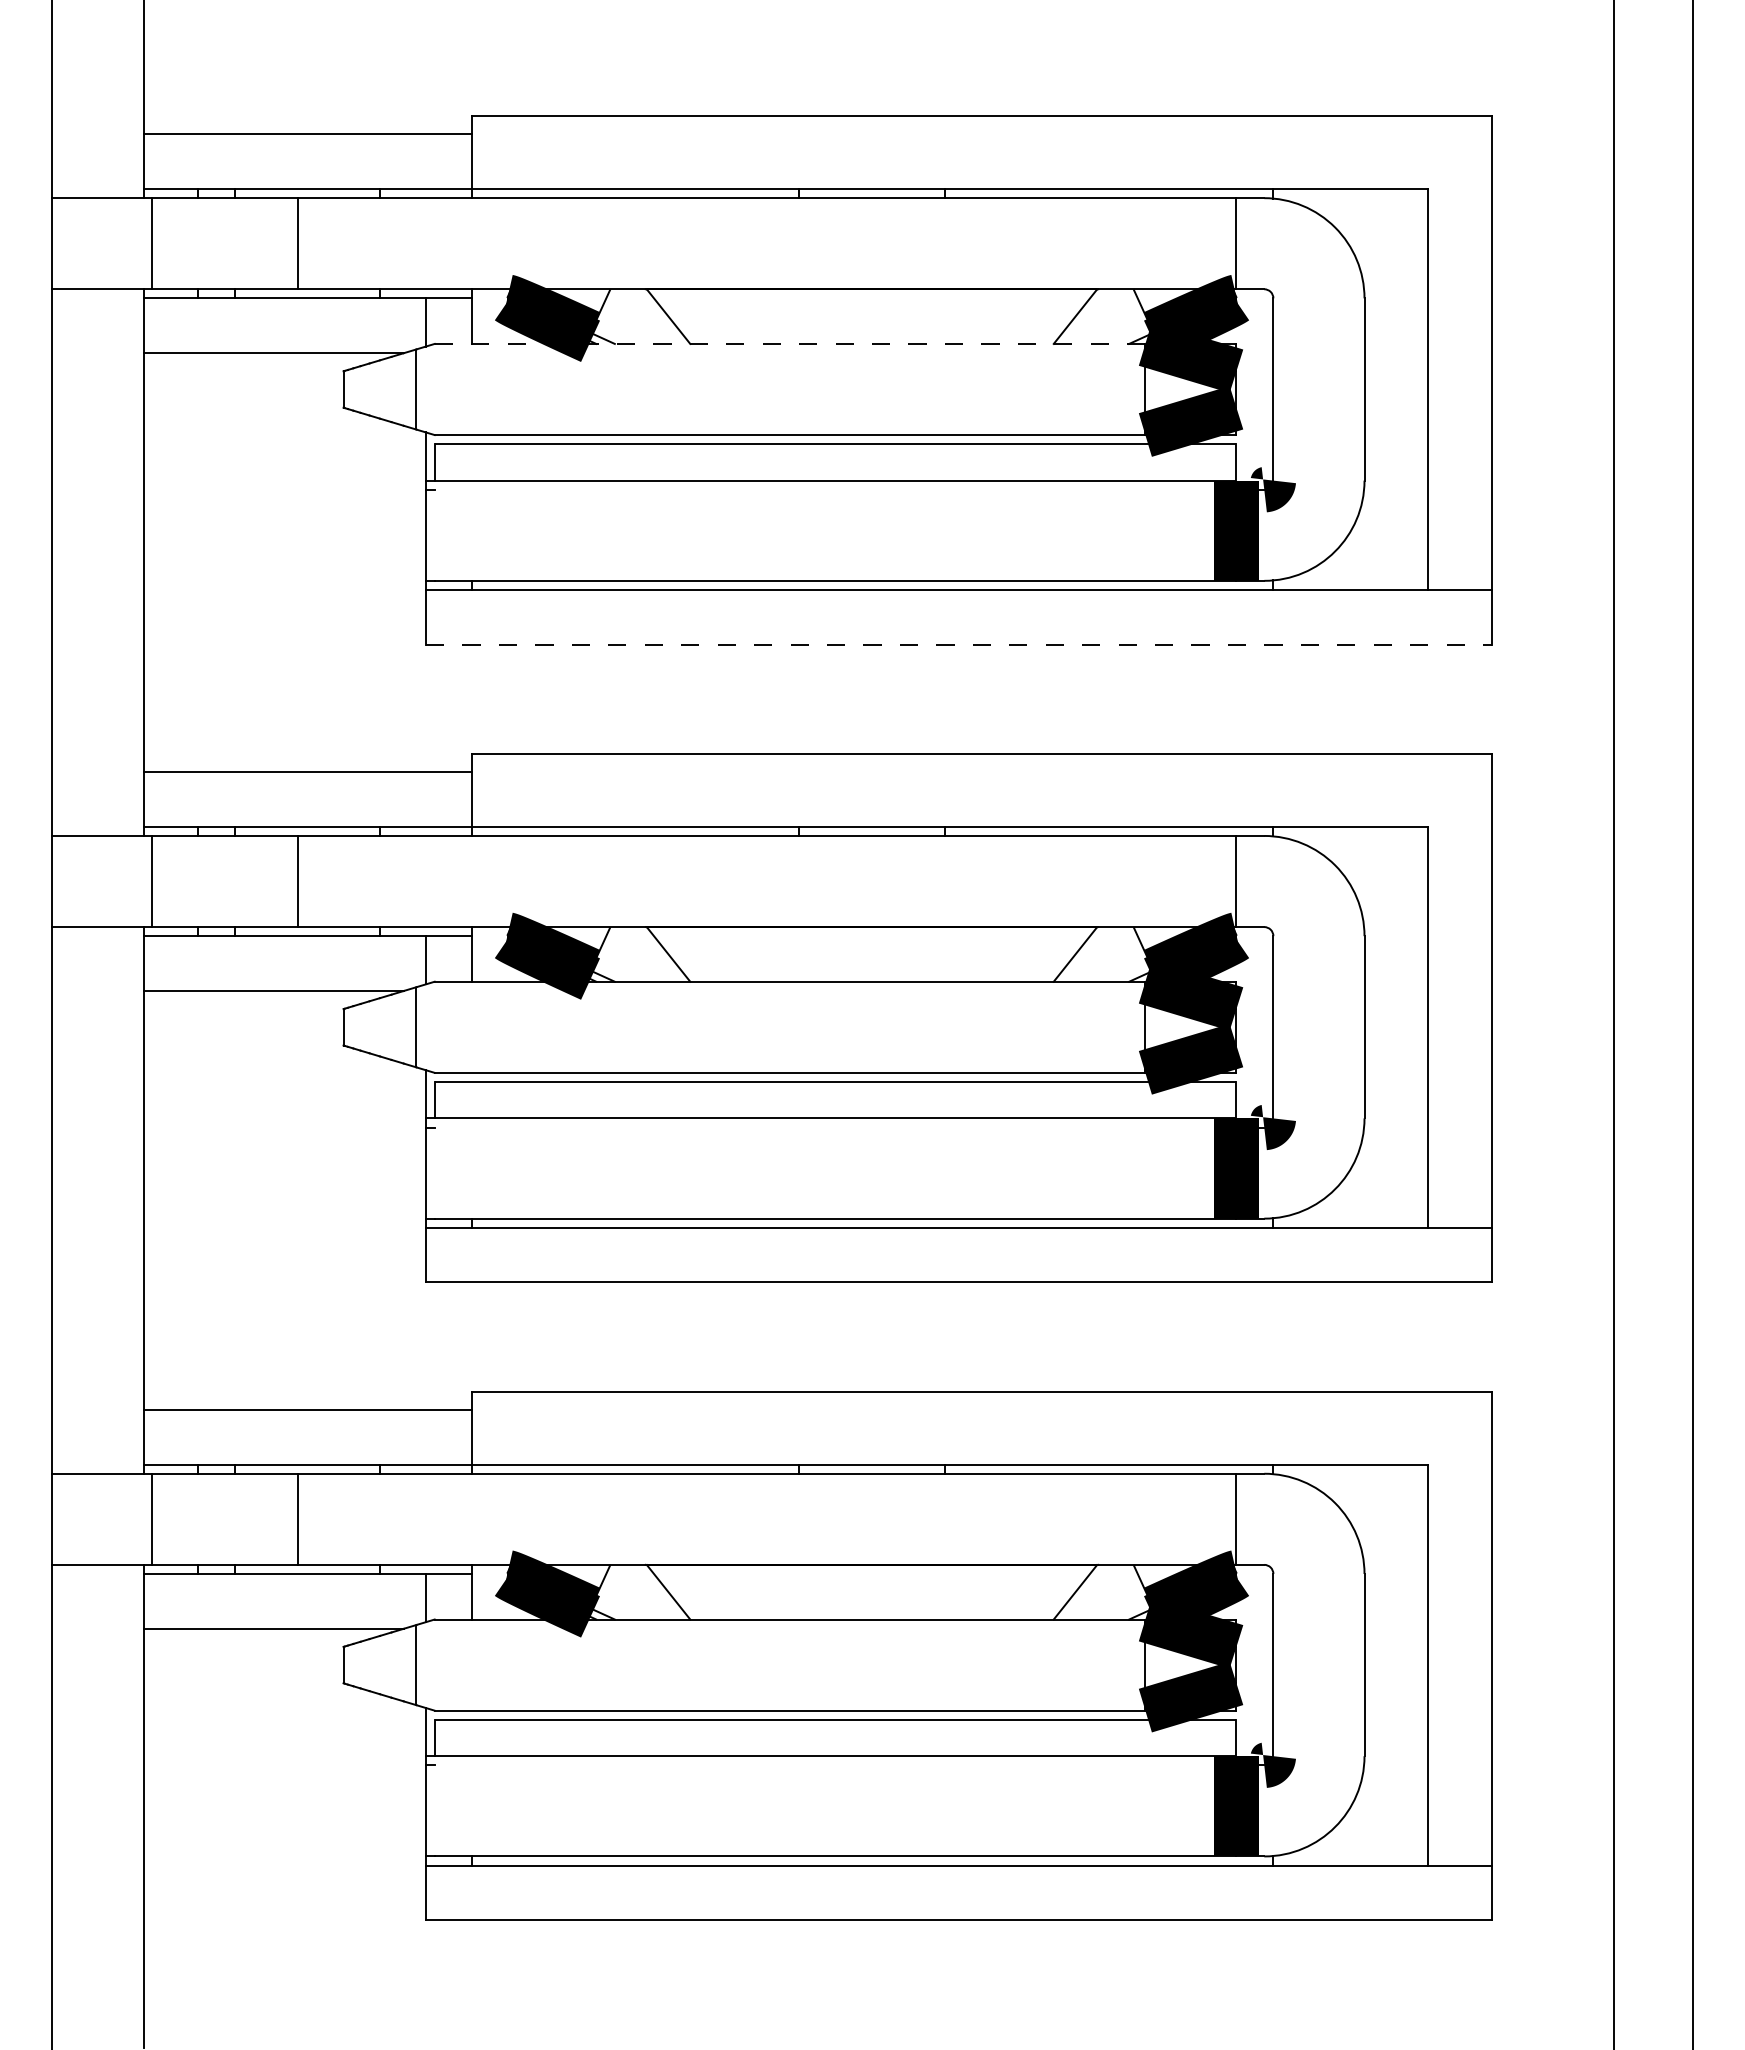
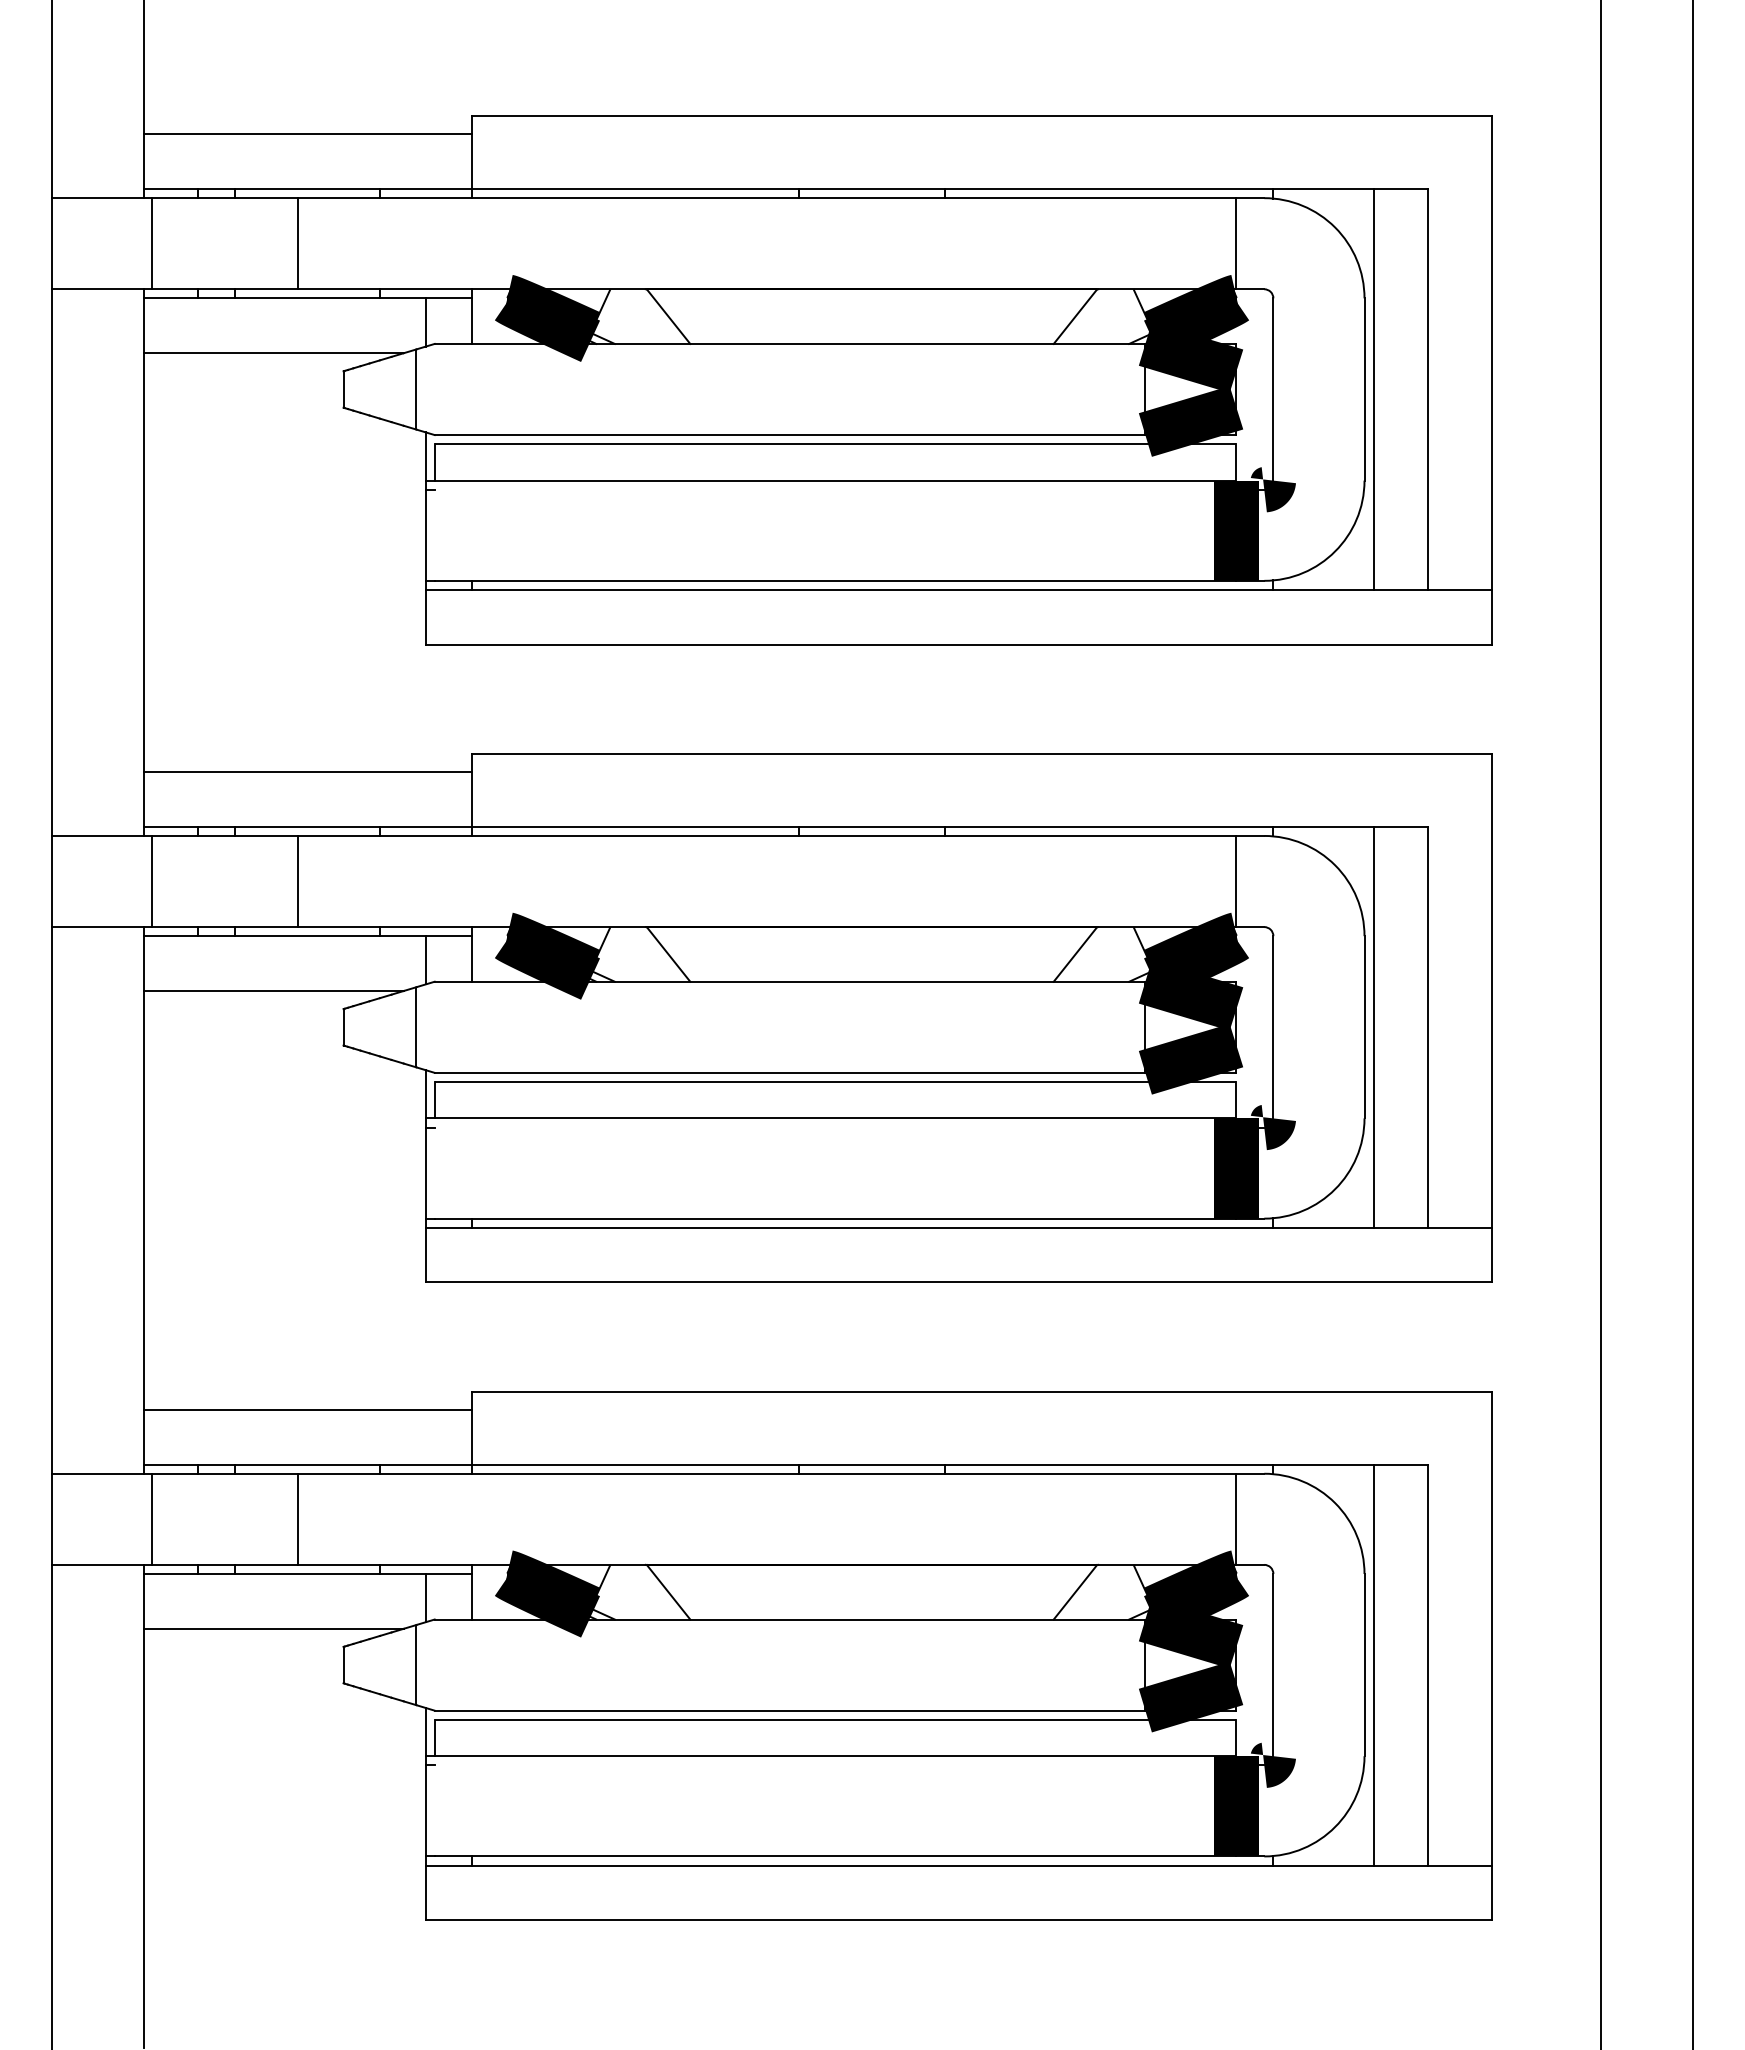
line at (789, 343): dashed -> solid
line at (1373, 389): none -> present
line at (959, 644): dashed -> solid
line at (1614, 1024) position: (1614, 1024) -> (1601, 1024)
line at (1373, 1026): none -> present
line at (1373, 1664): none -> present
